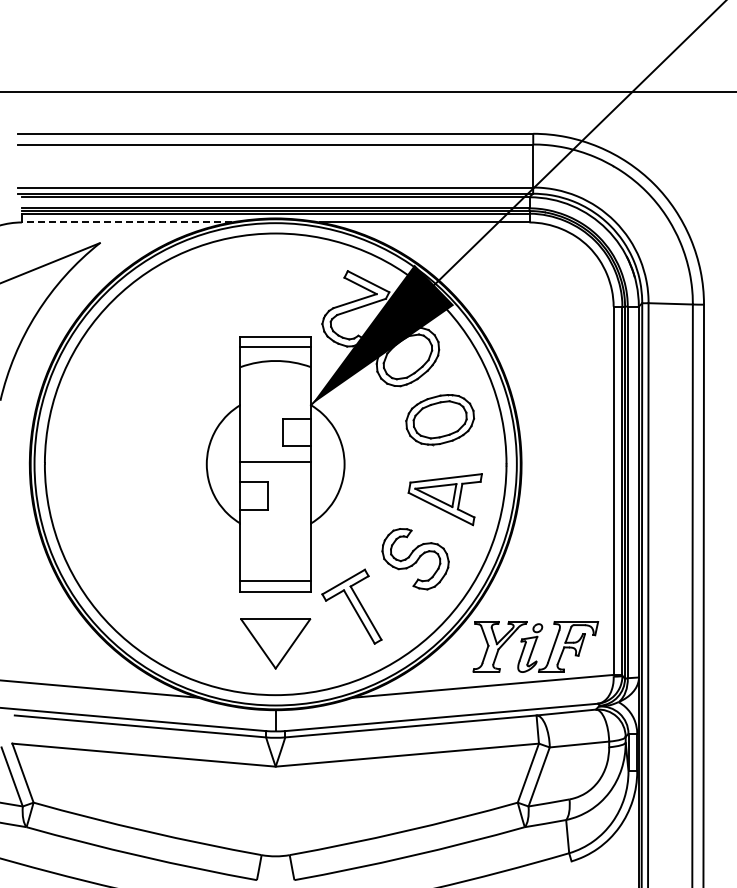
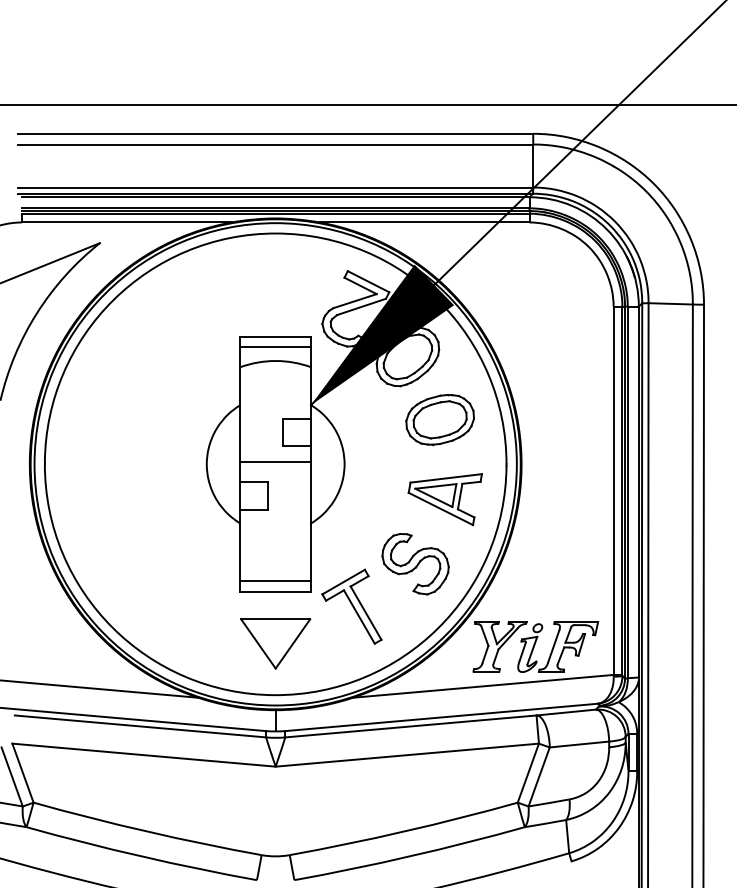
line at (367, 92) position: (367, 92) -> (367, 105)
line at (126, 222): dashed -> solid
part at (415, 559) position: (415, 559) -> (415, 564)
